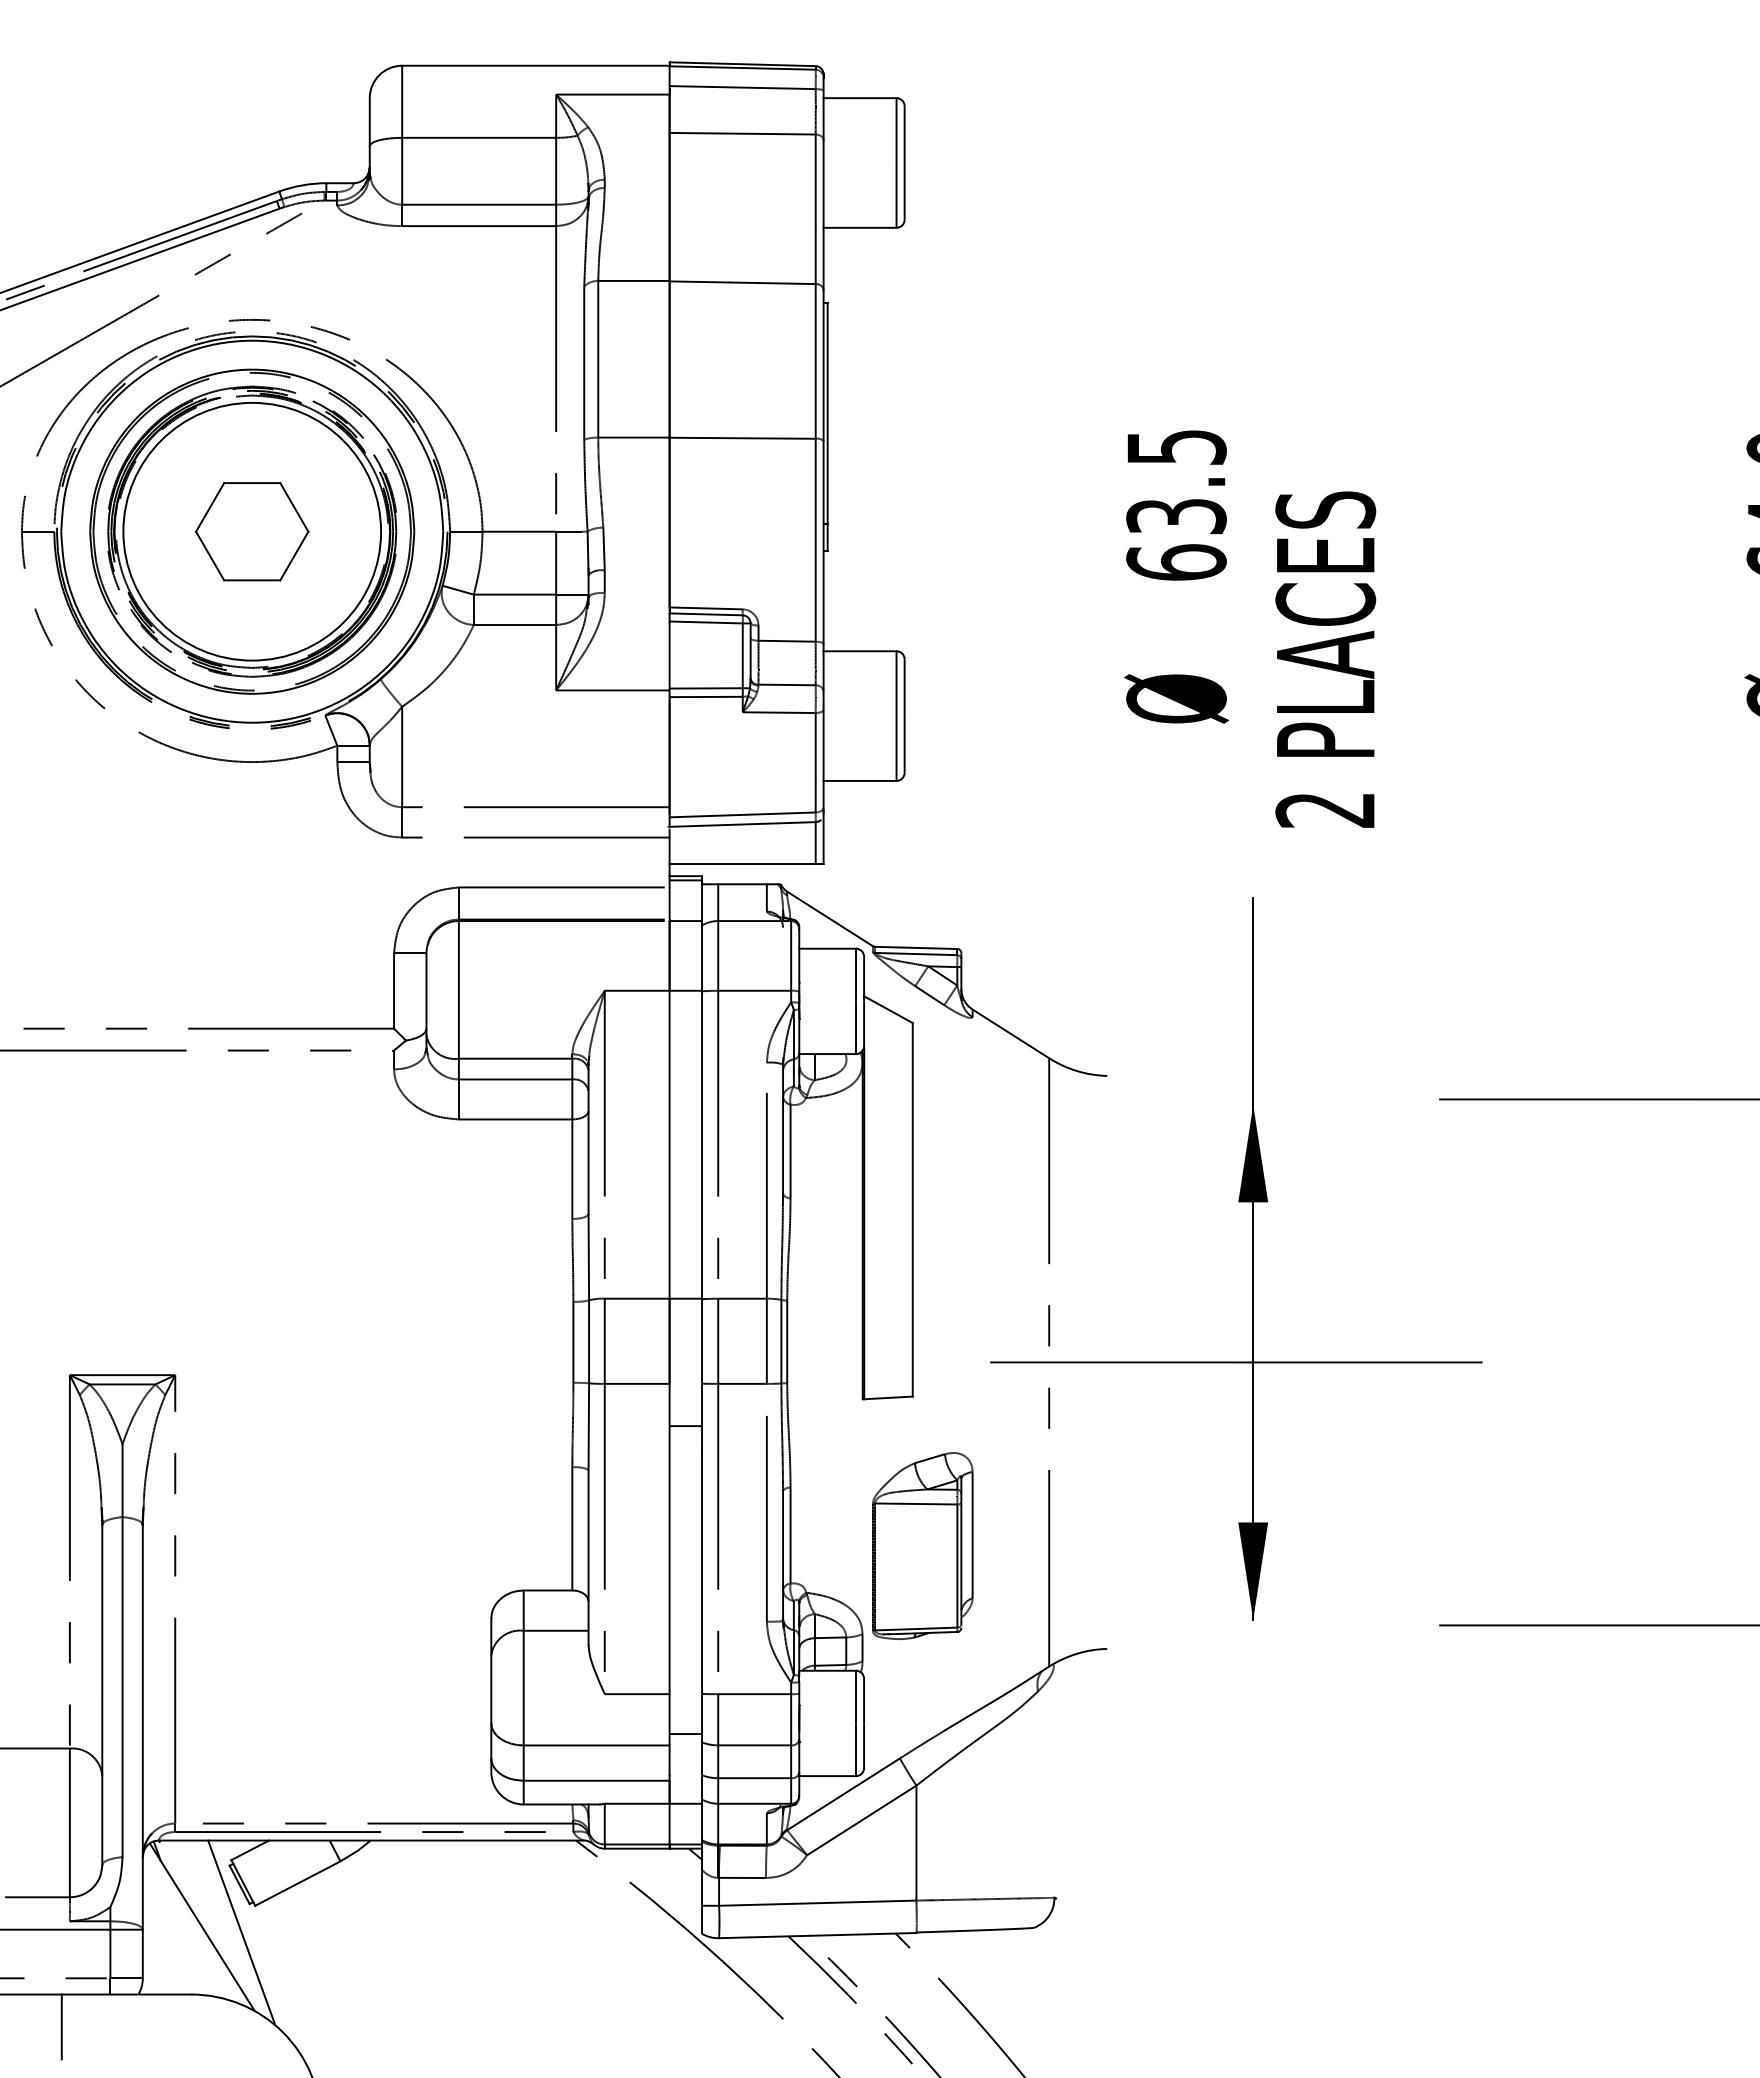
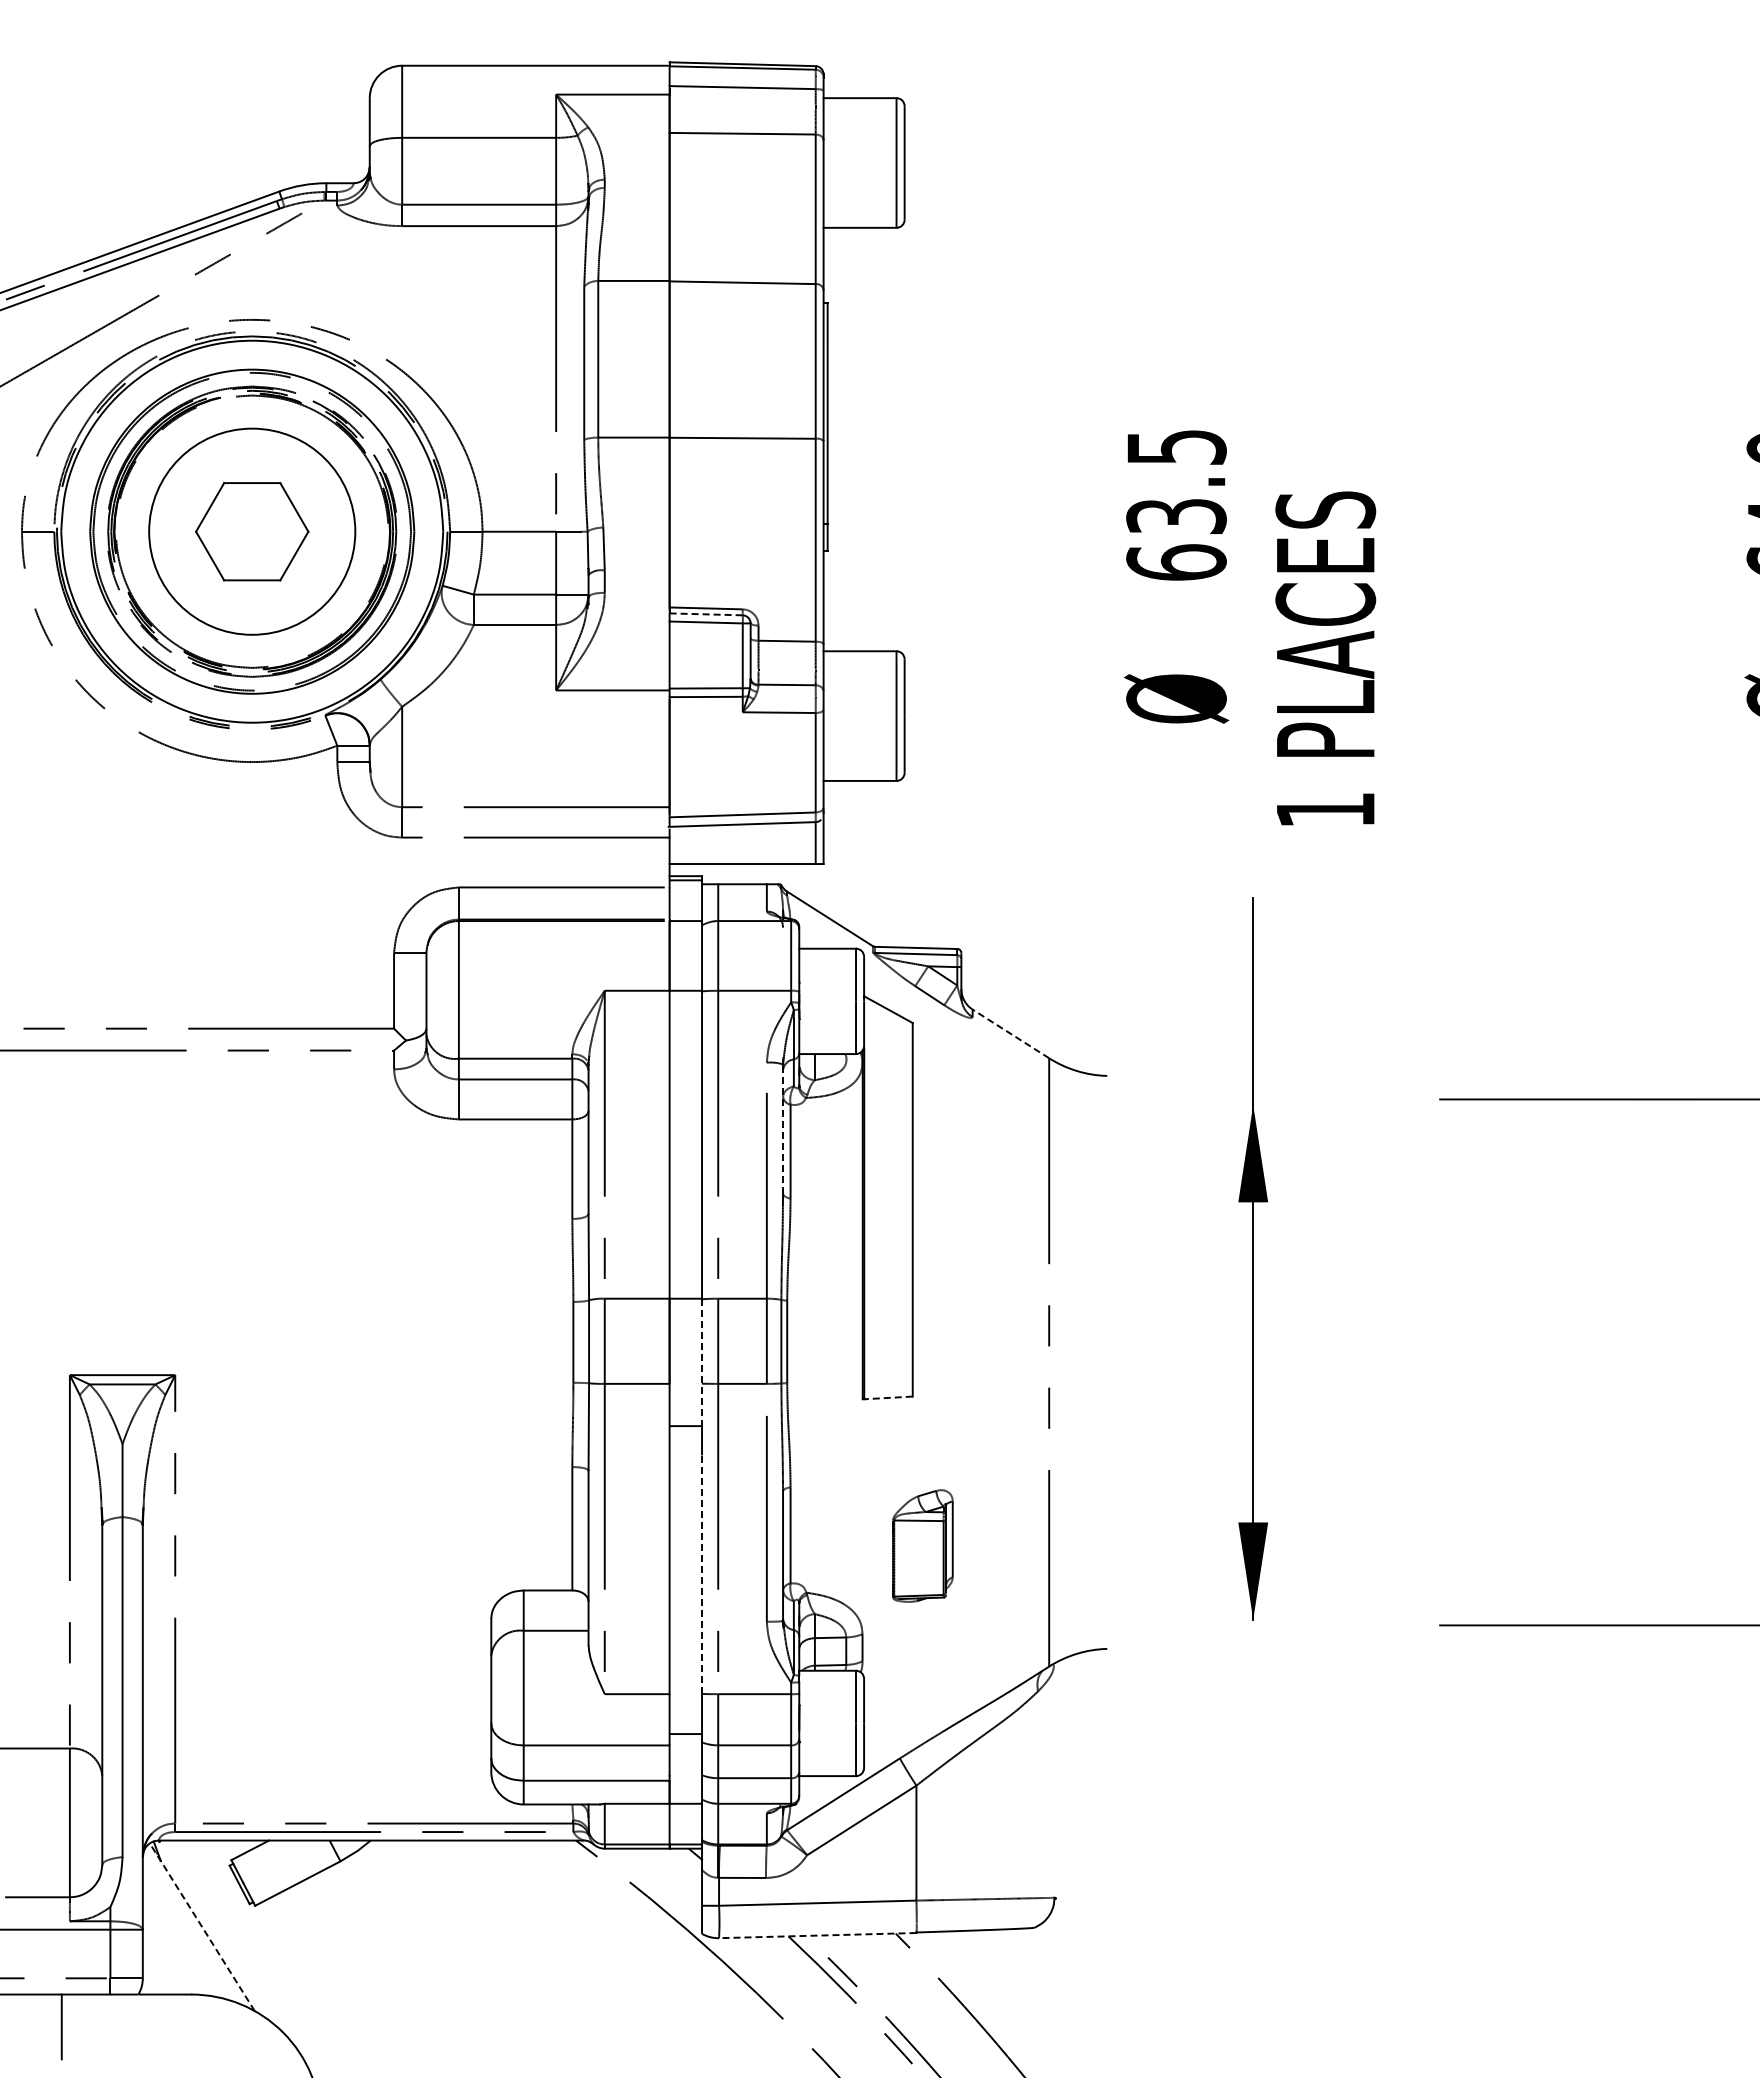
circle at (252, 531) diameter: 258 px -> 206 px
line at (706, 614): solid -> dashed
text at (1324, 810): 2 -> 1
line at (1010, 1033): solid -> dashed
line at (783, 1129): solid -> dashed
line at (702, 1362): solid -> dashed
line at (1236, 1362): present -> none
line at (887, 1397): solid -> dashed
part at (922, 1545) size: 102x188 px -> 62x114 px
line at (702, 1574): solid -> dashed
line at (202, 1927): solid -> dashed
line at (241, 1932): present -> none
line at (817, 1935): solid -> dashed
